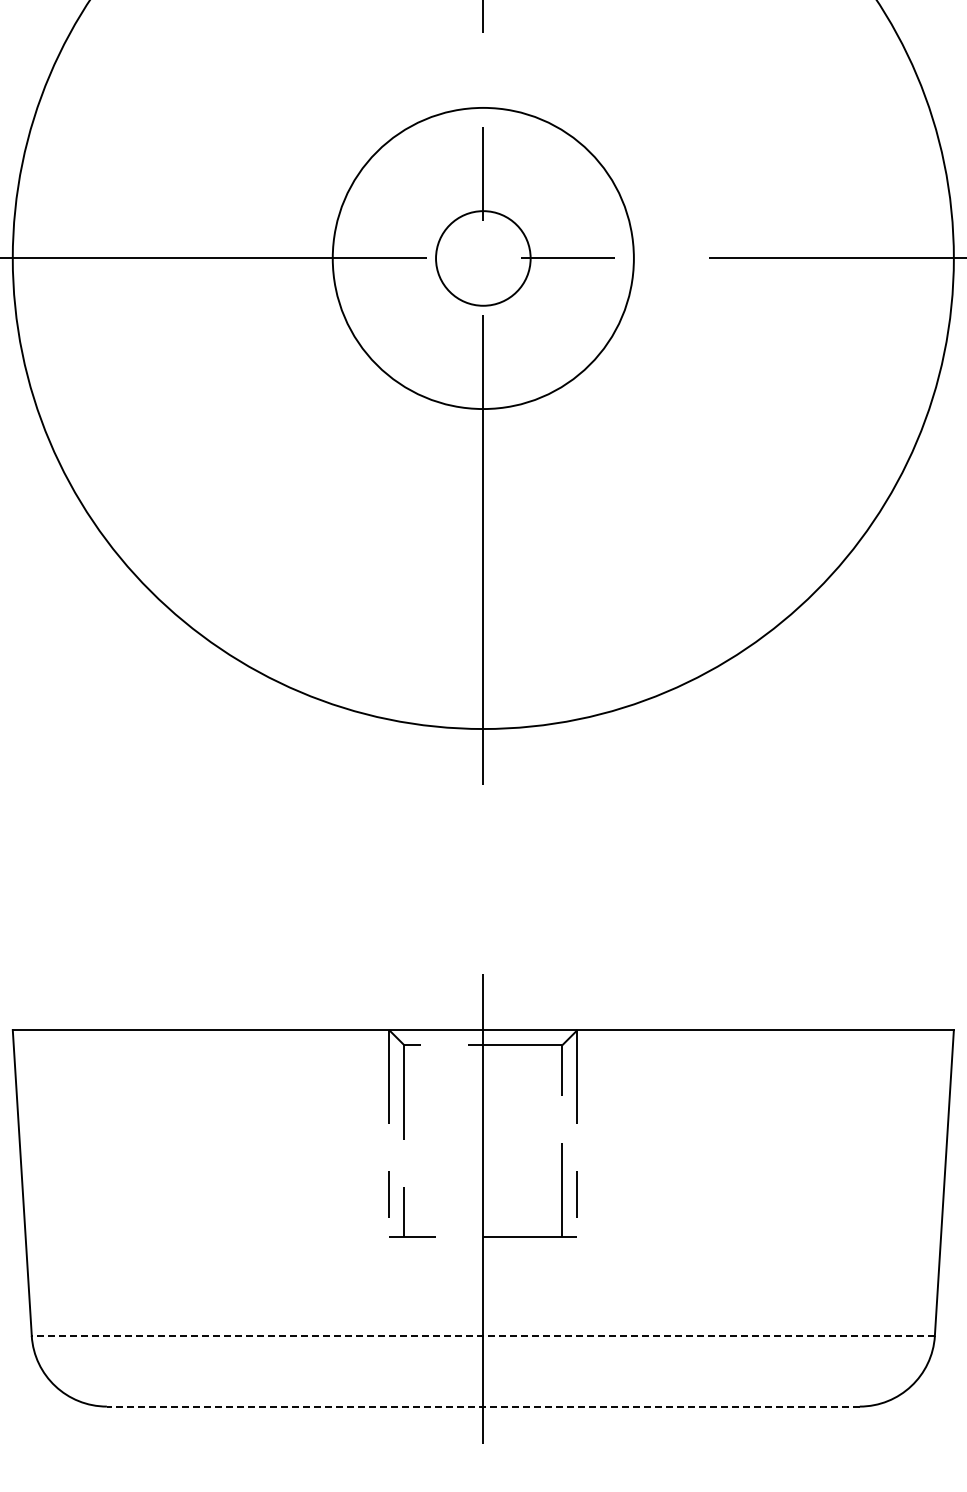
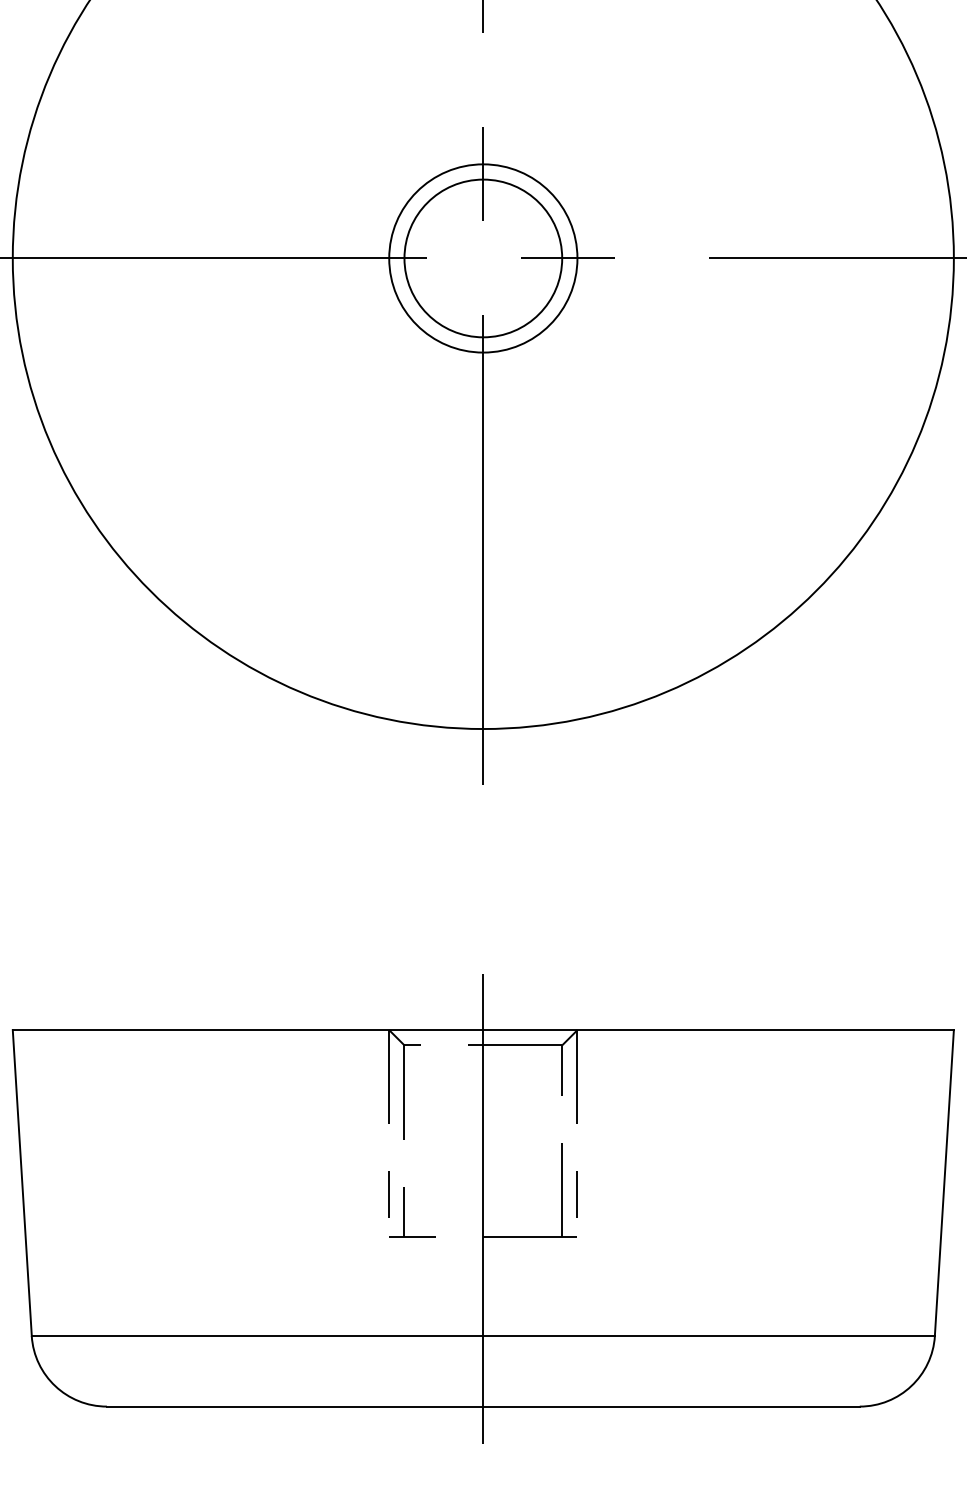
circle at (482, 258) diameter: 301 px -> 188 px
circle at (483, 258) diameter: 95 px -> 158 px
line at (483, 1336): dashed -> solid
line at (482, 1406): dashed -> solid
